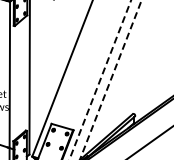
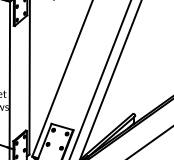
line at (100, 79): dashed -> solid
line at (110, 79): dashed -> solid
